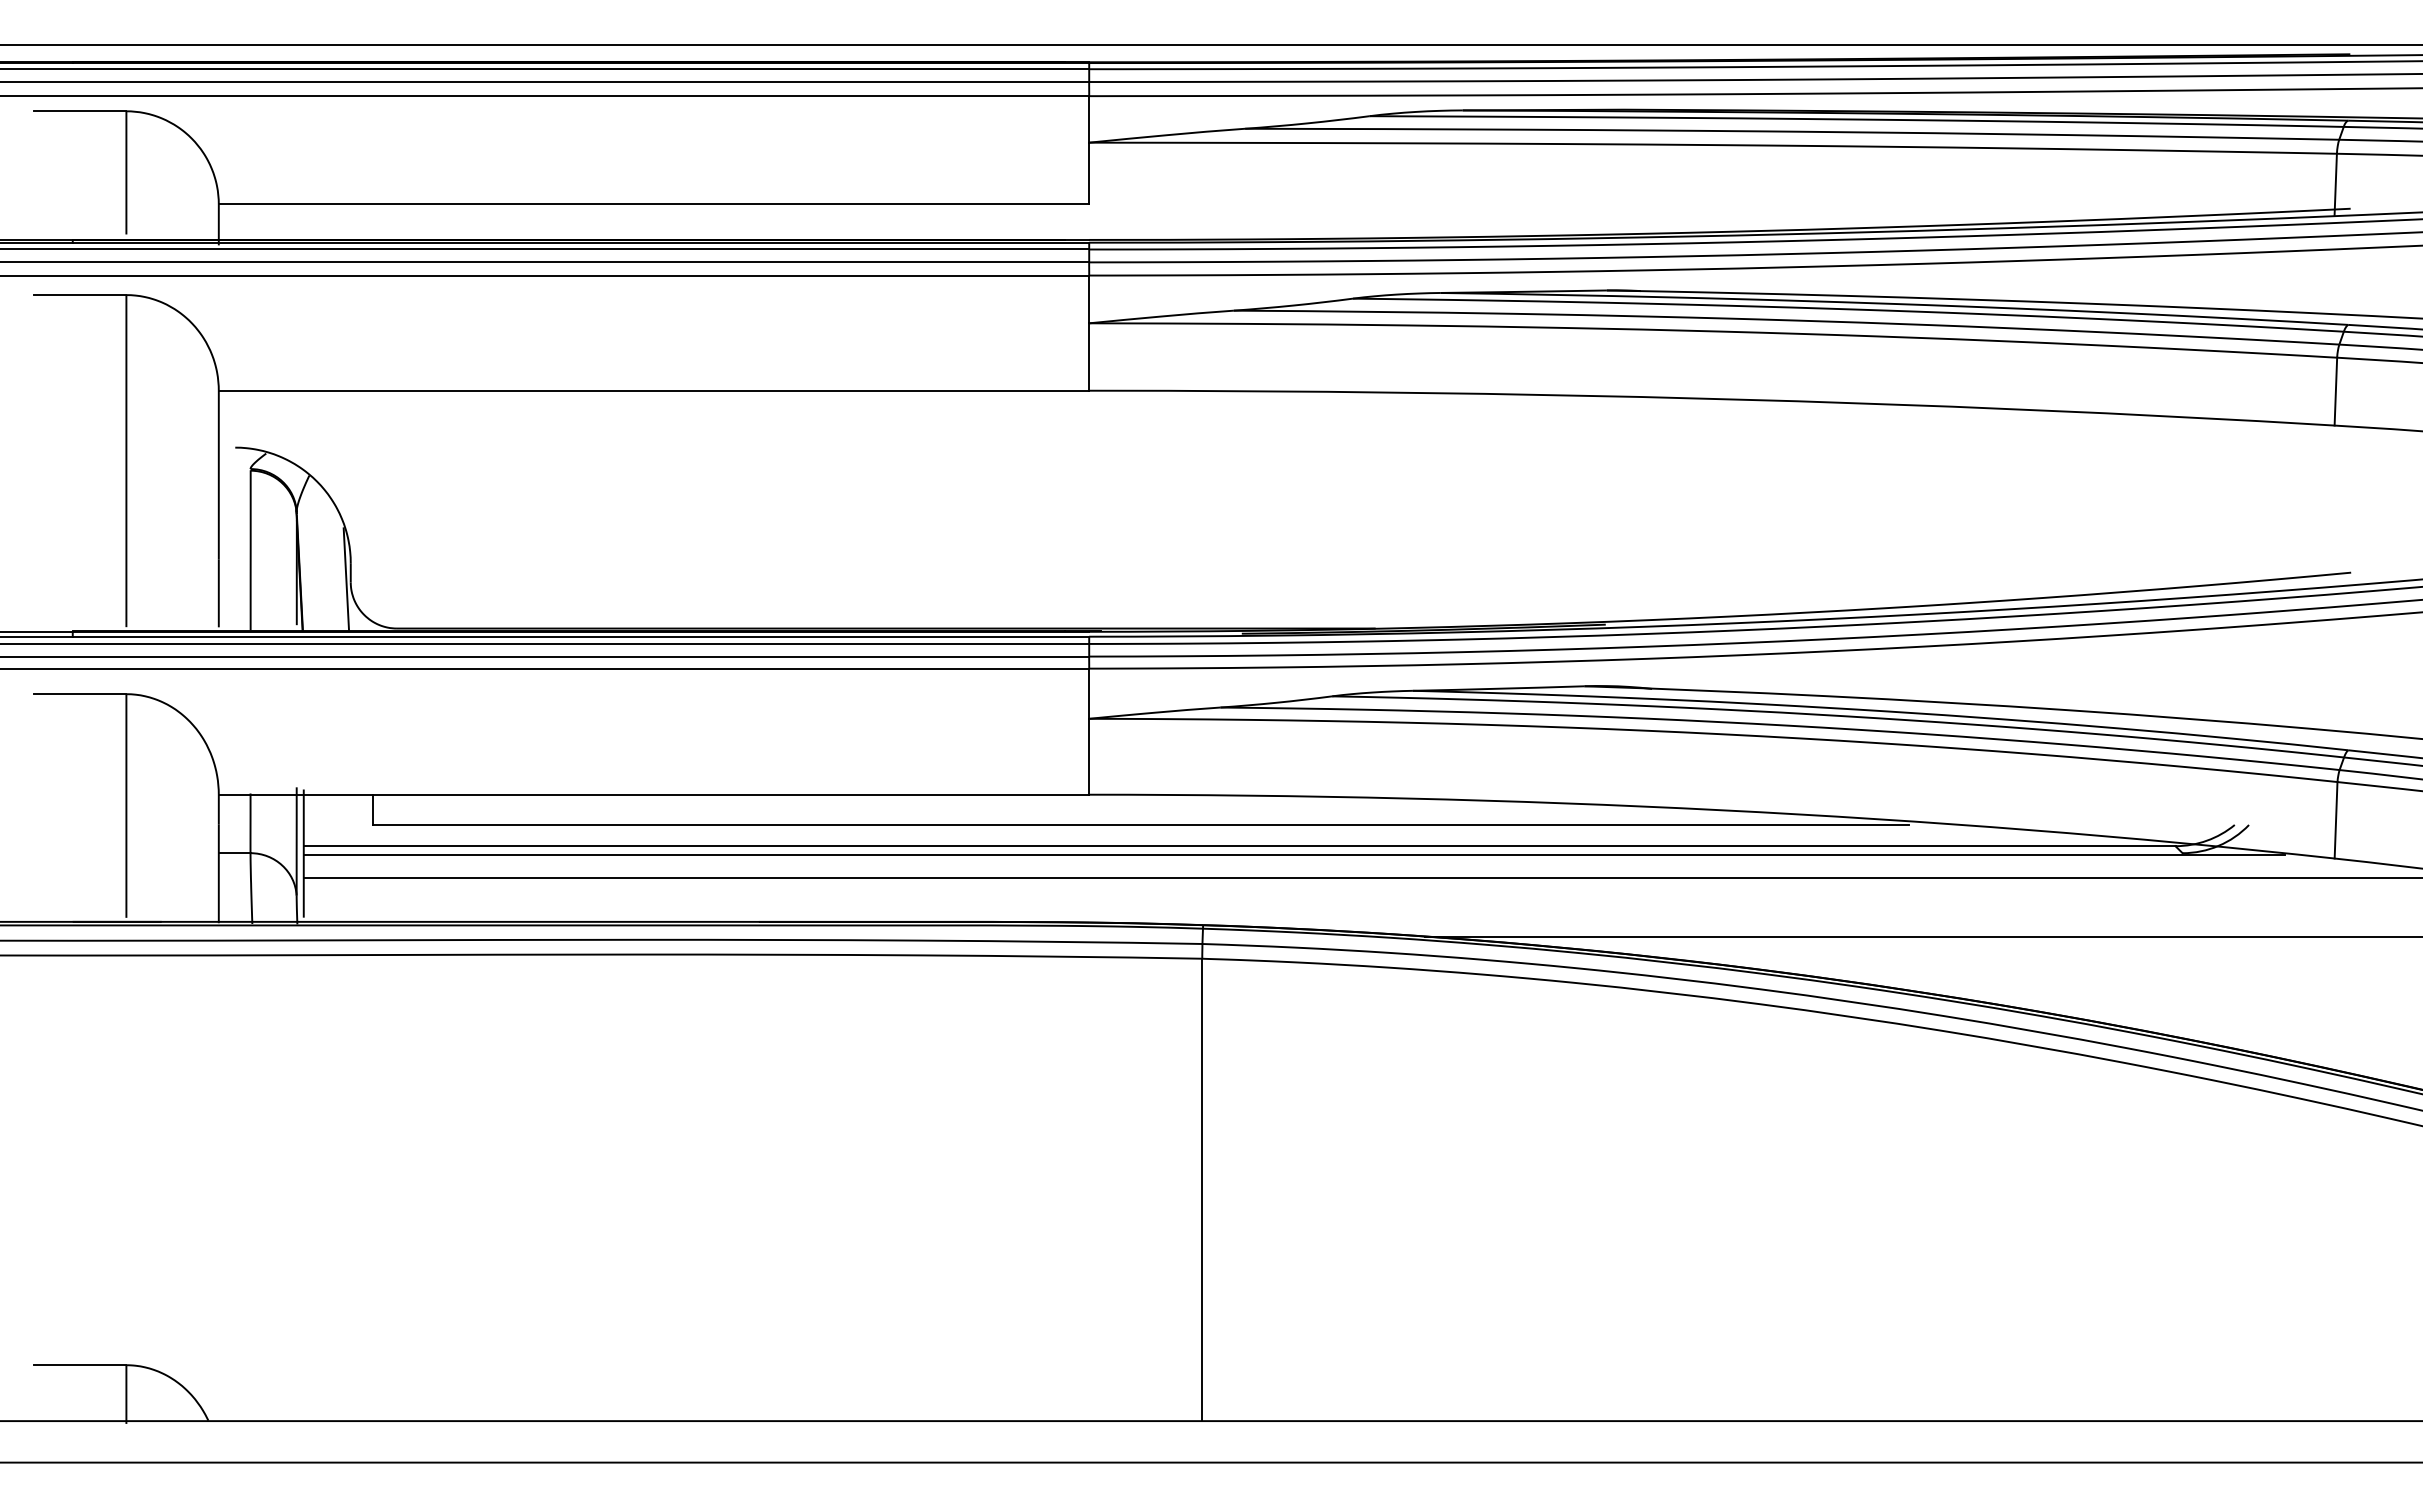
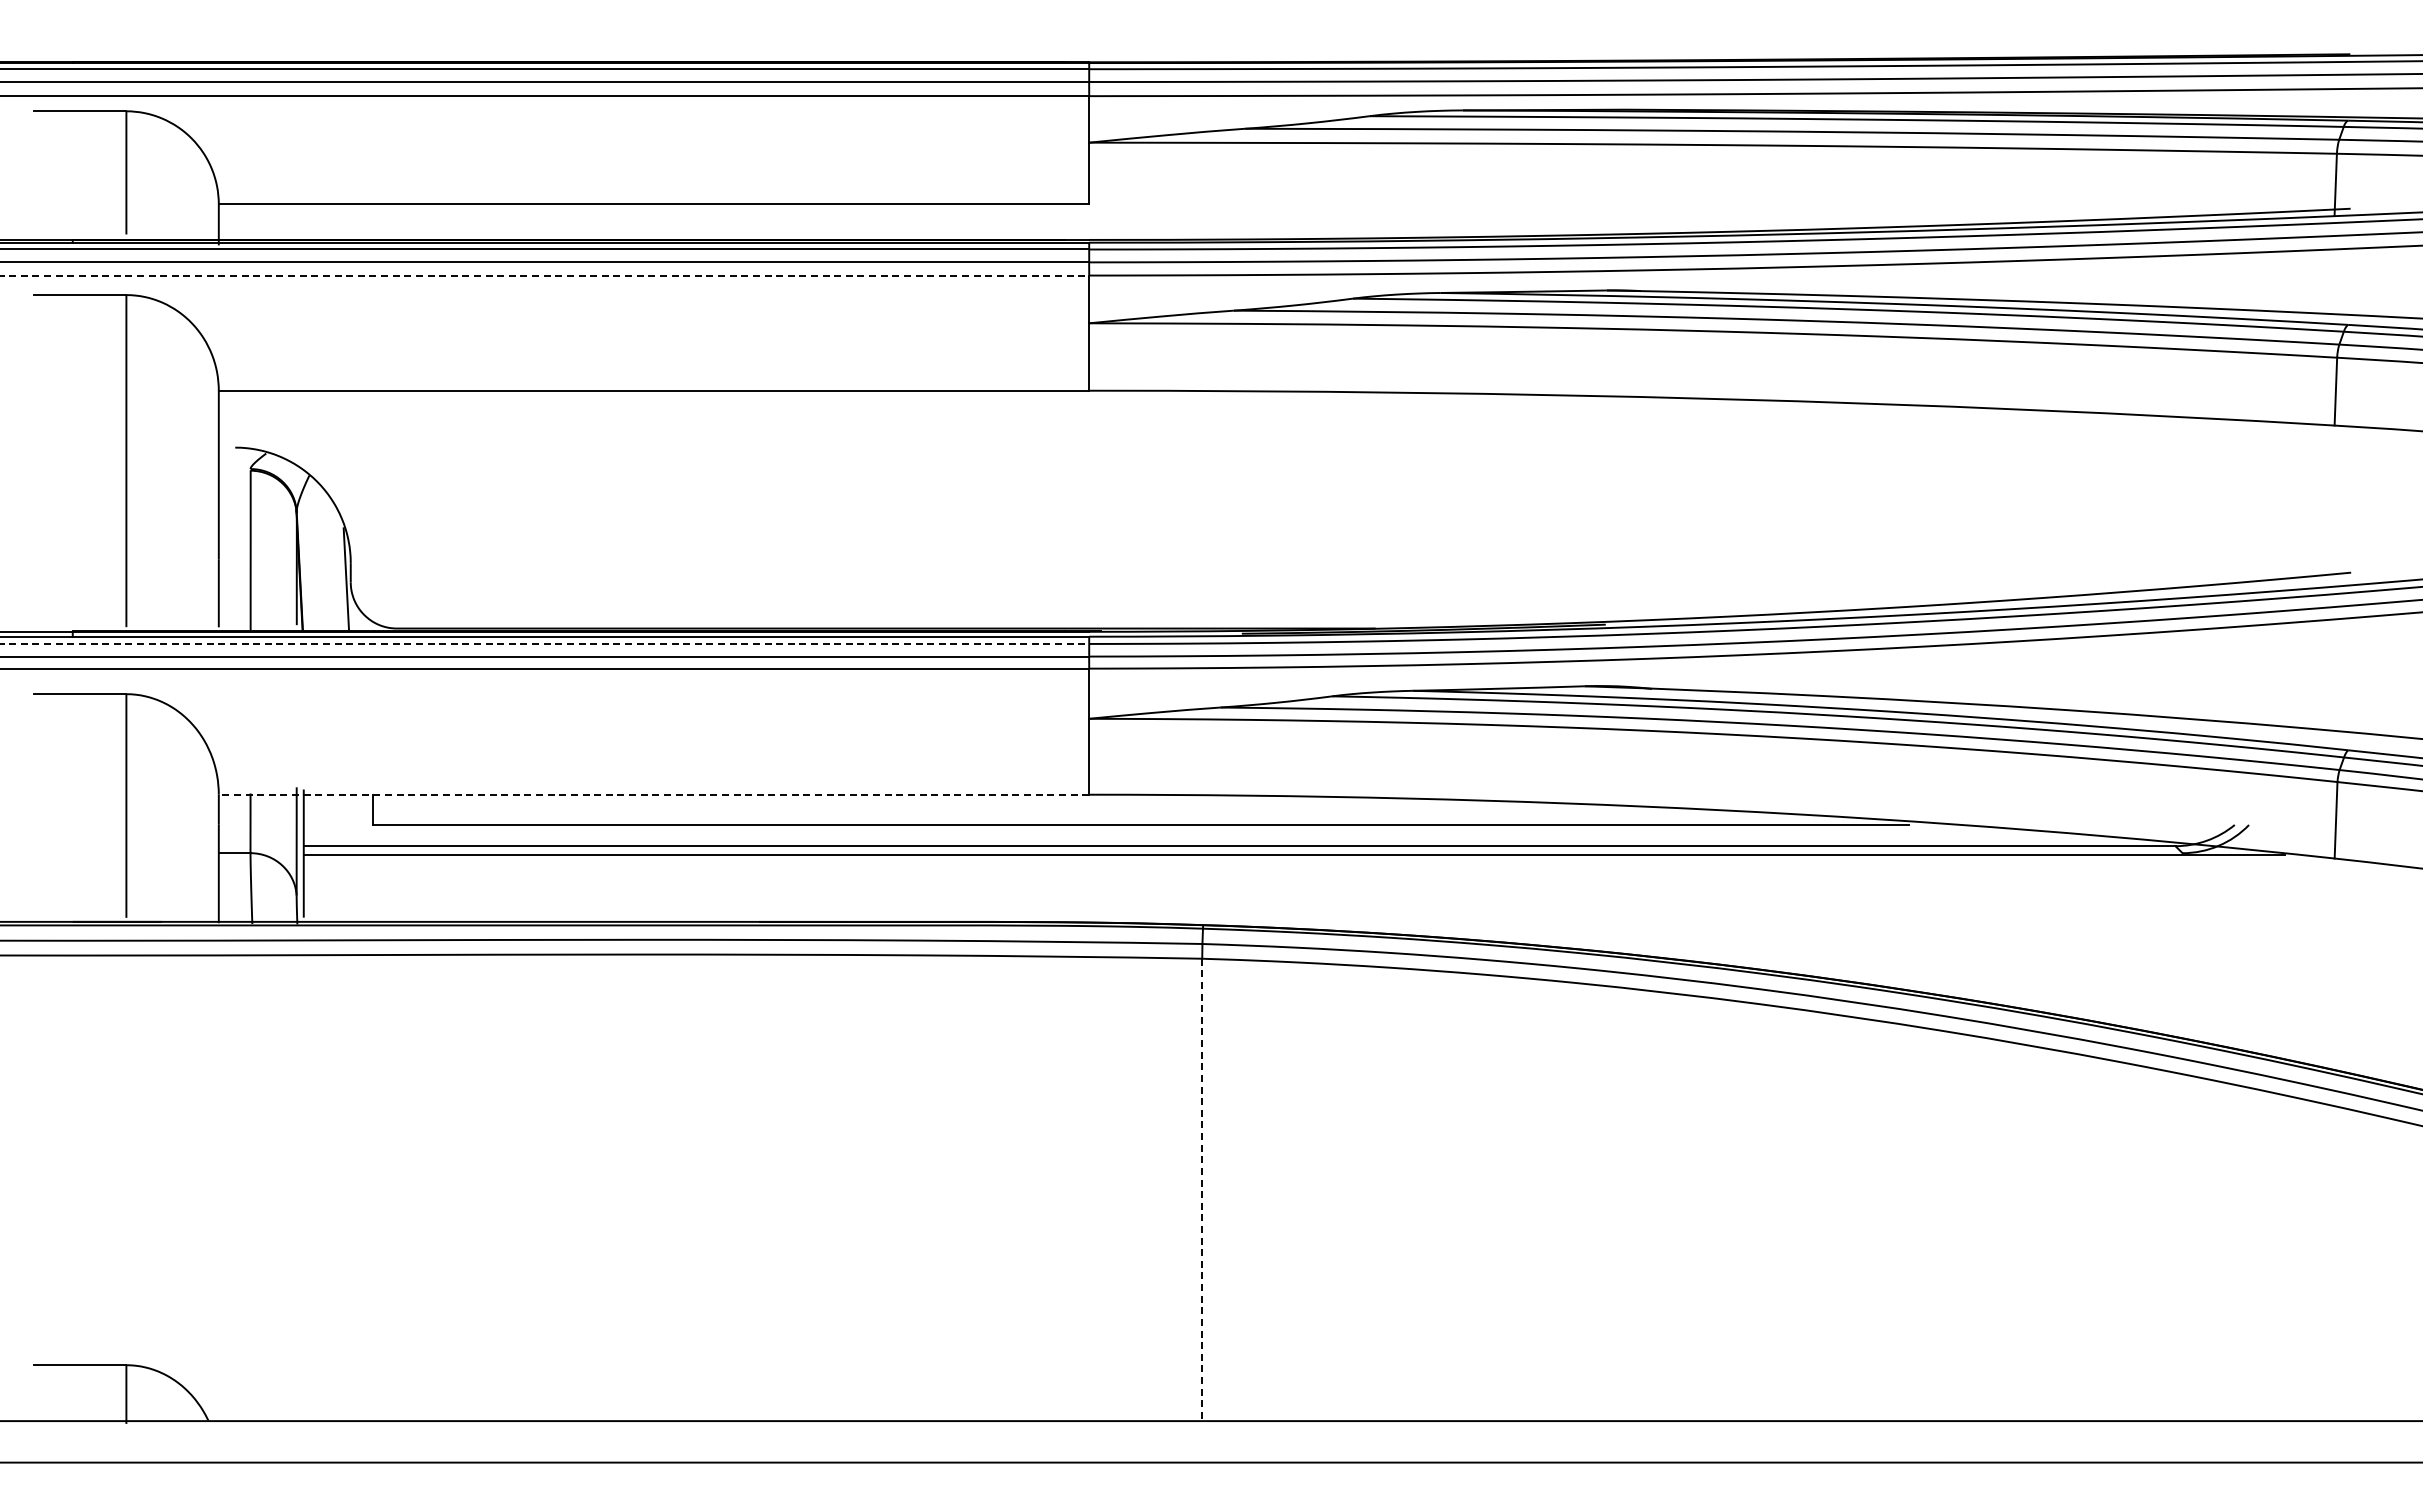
line at (1210, 45): present -> none
line at (545, 275): solid -> dashed
line at (545, 643): solid -> dashed
line at (653, 794): solid -> dashed
line at (1361, 877): present -> none
line at (1921, 937): present -> none
line at (1202, 1190): solid -> dashed
